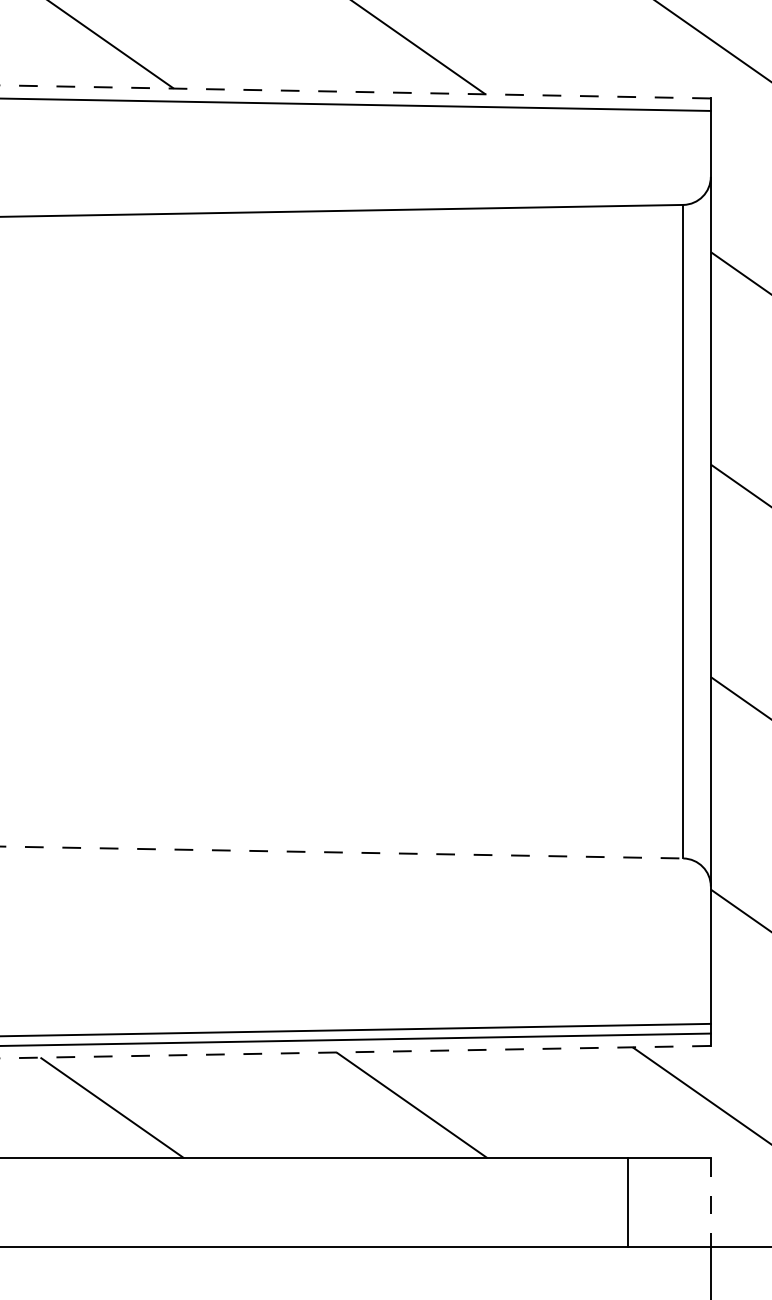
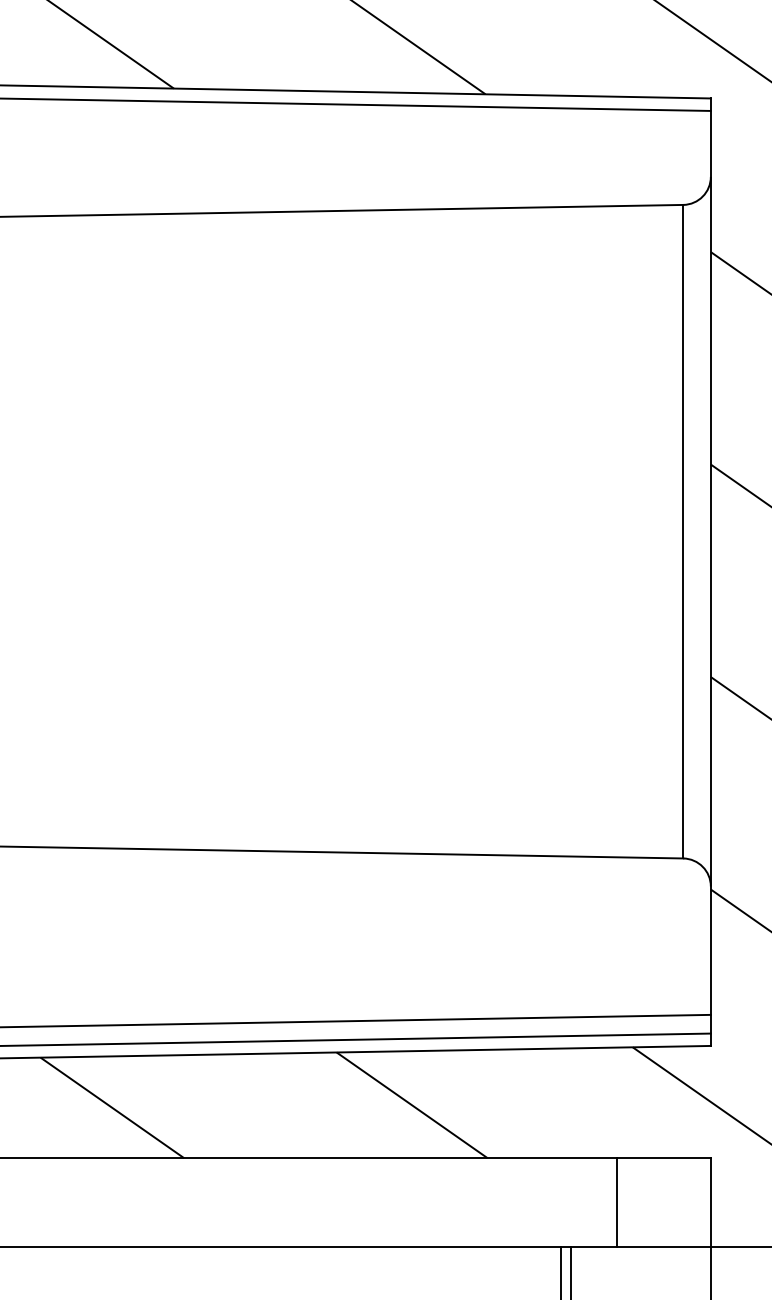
line at (354, 91): dashed -> solid
line at (342, 852): dashed -> solid
line at (356, 1029) position: (356, 1029) -> (356, 1020)
line at (354, 1052): dashed -> solid
line at (628, 1202) position: (628, 1202) -> (617, 1202)
line at (710, 1203): dashed -> solid
line at (561, 1271): none -> present
line at (570, 1271): none -> present
